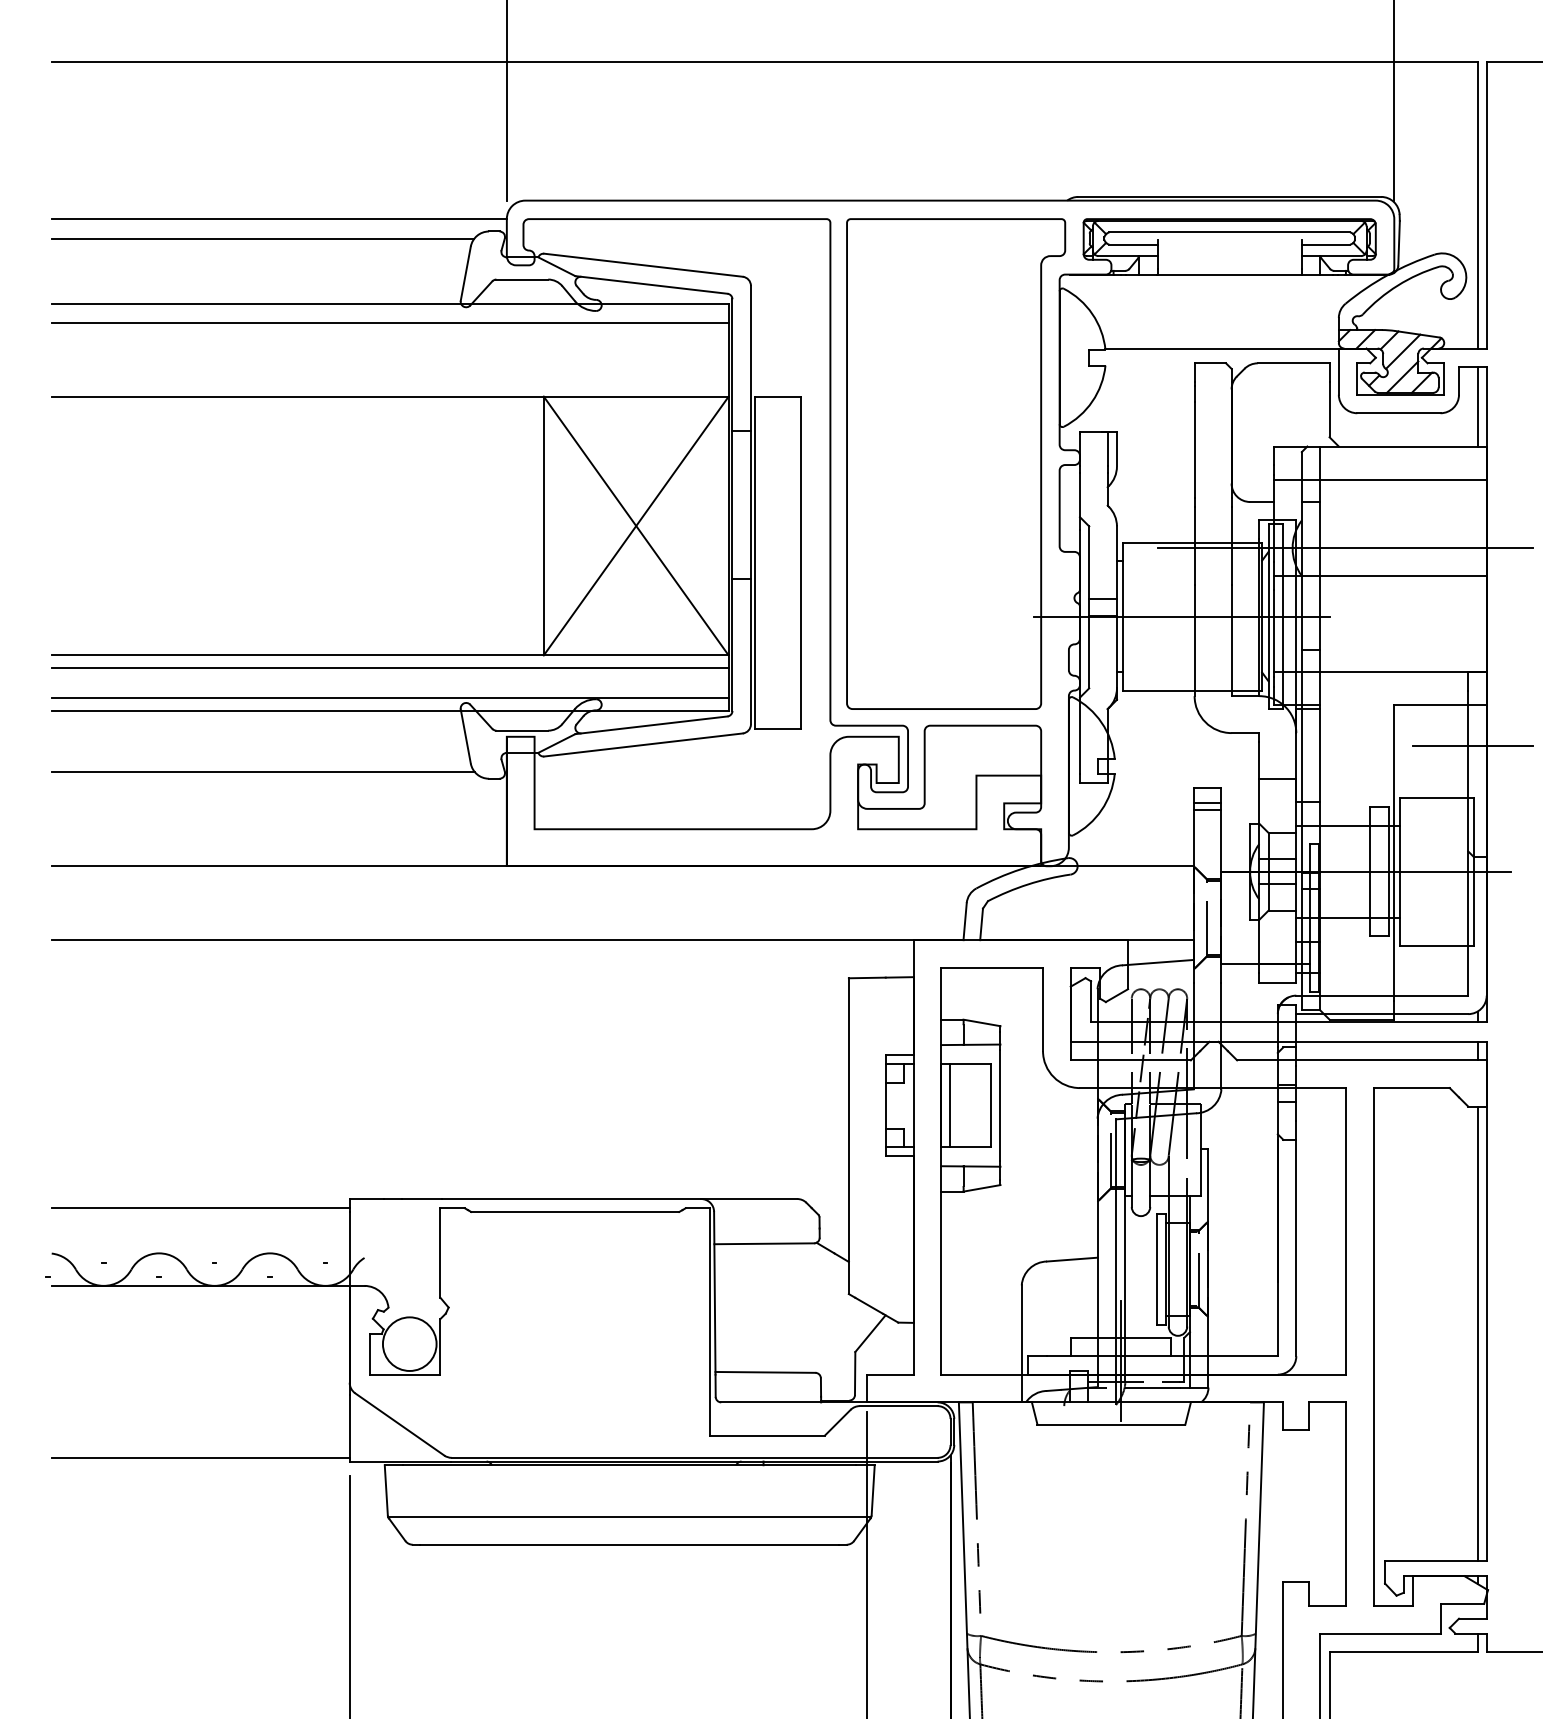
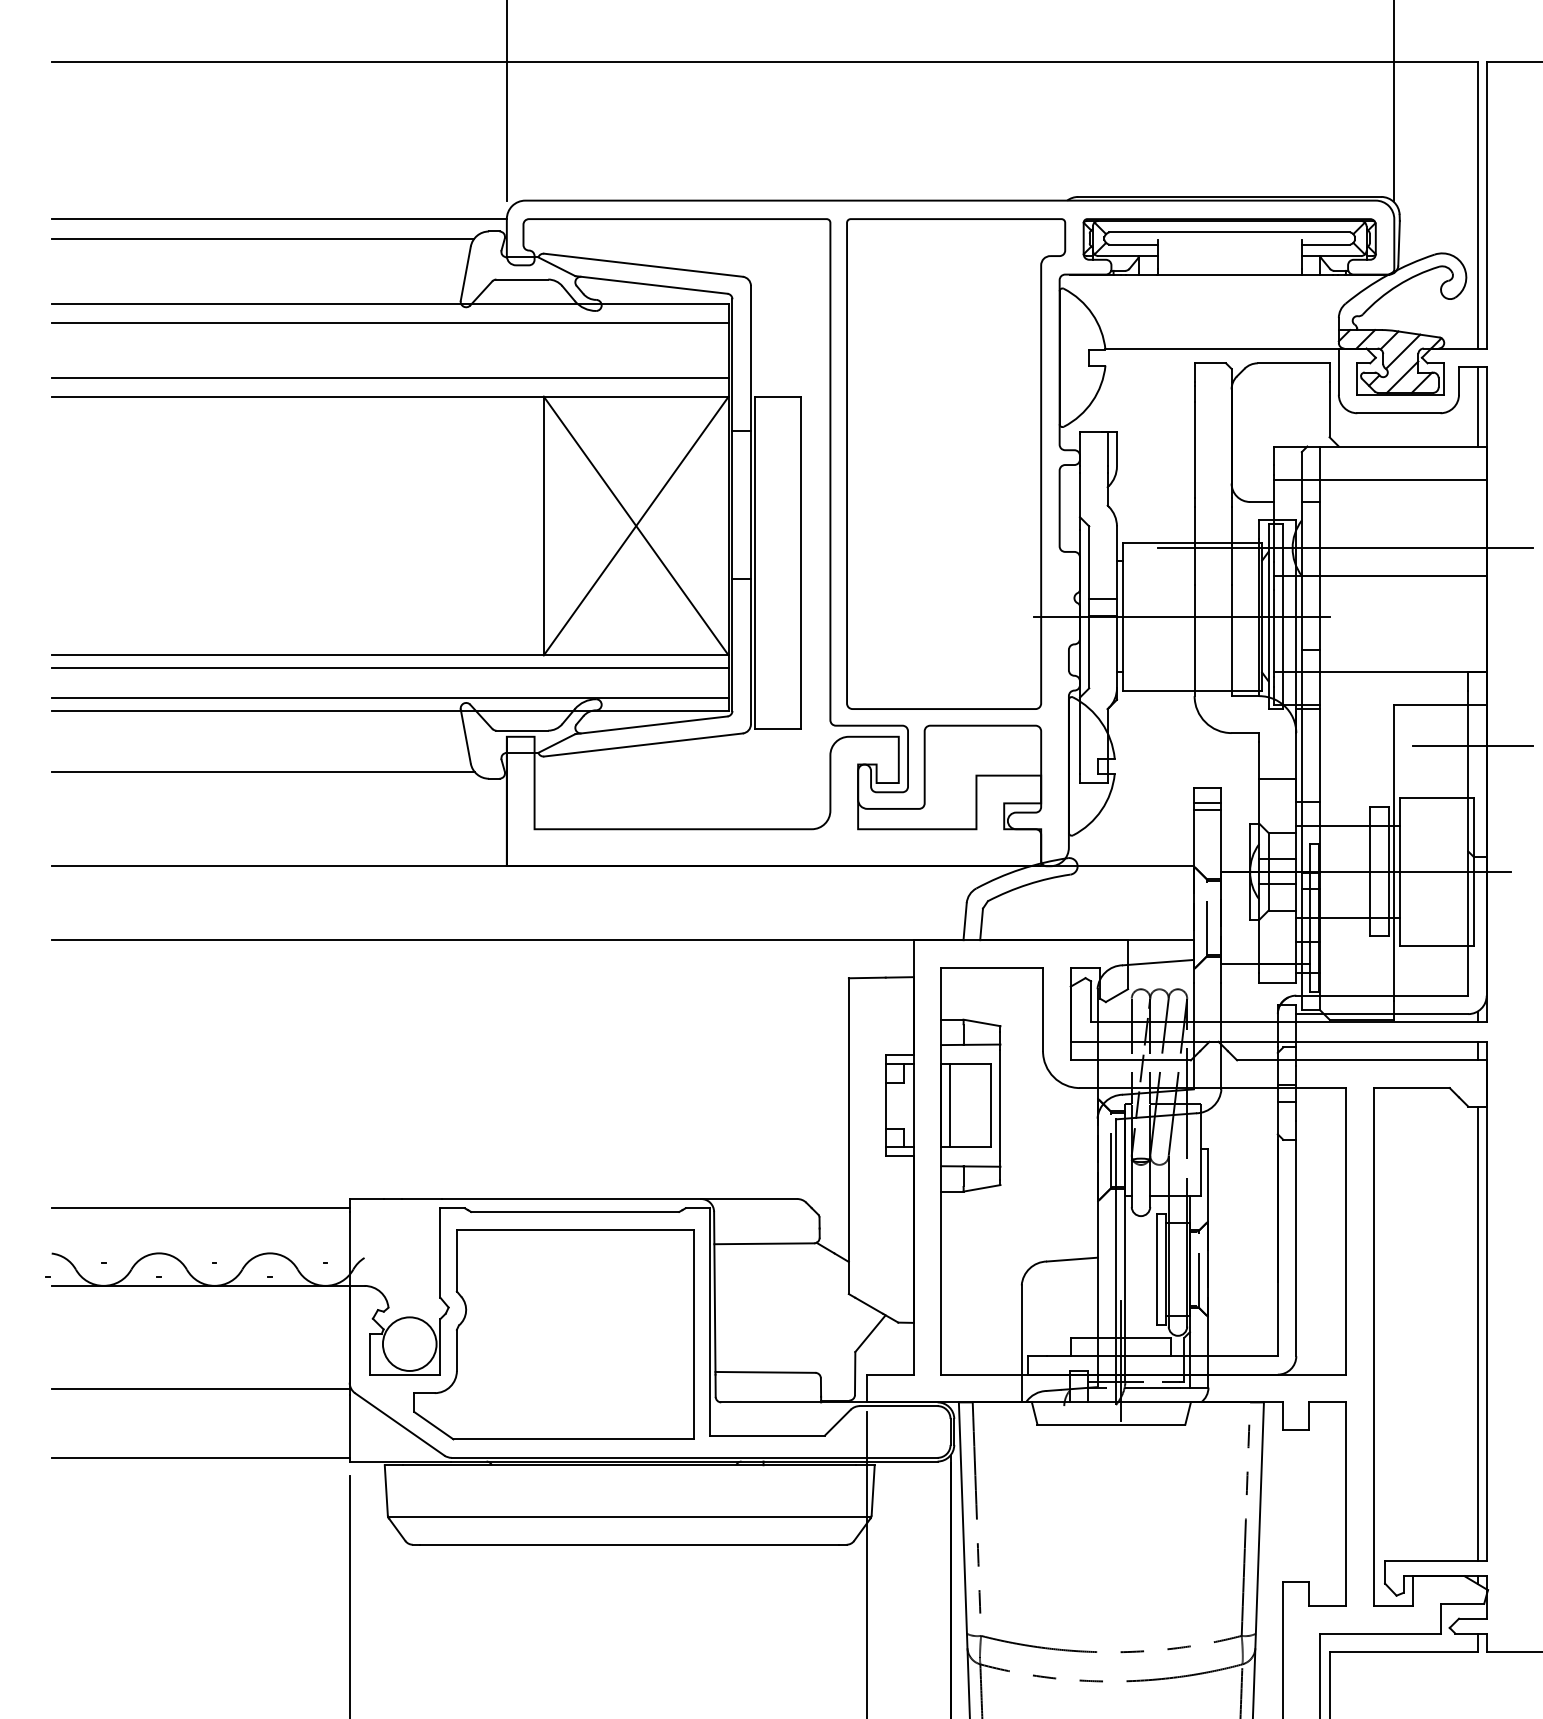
line at (389, 378): none -> present
part at (553, 1334): none -> present
line at (200, 1389): none -> present
